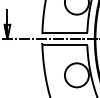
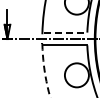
line at (65, 32): solid -> dashed
arc at (44, 71): solid -> dashed
